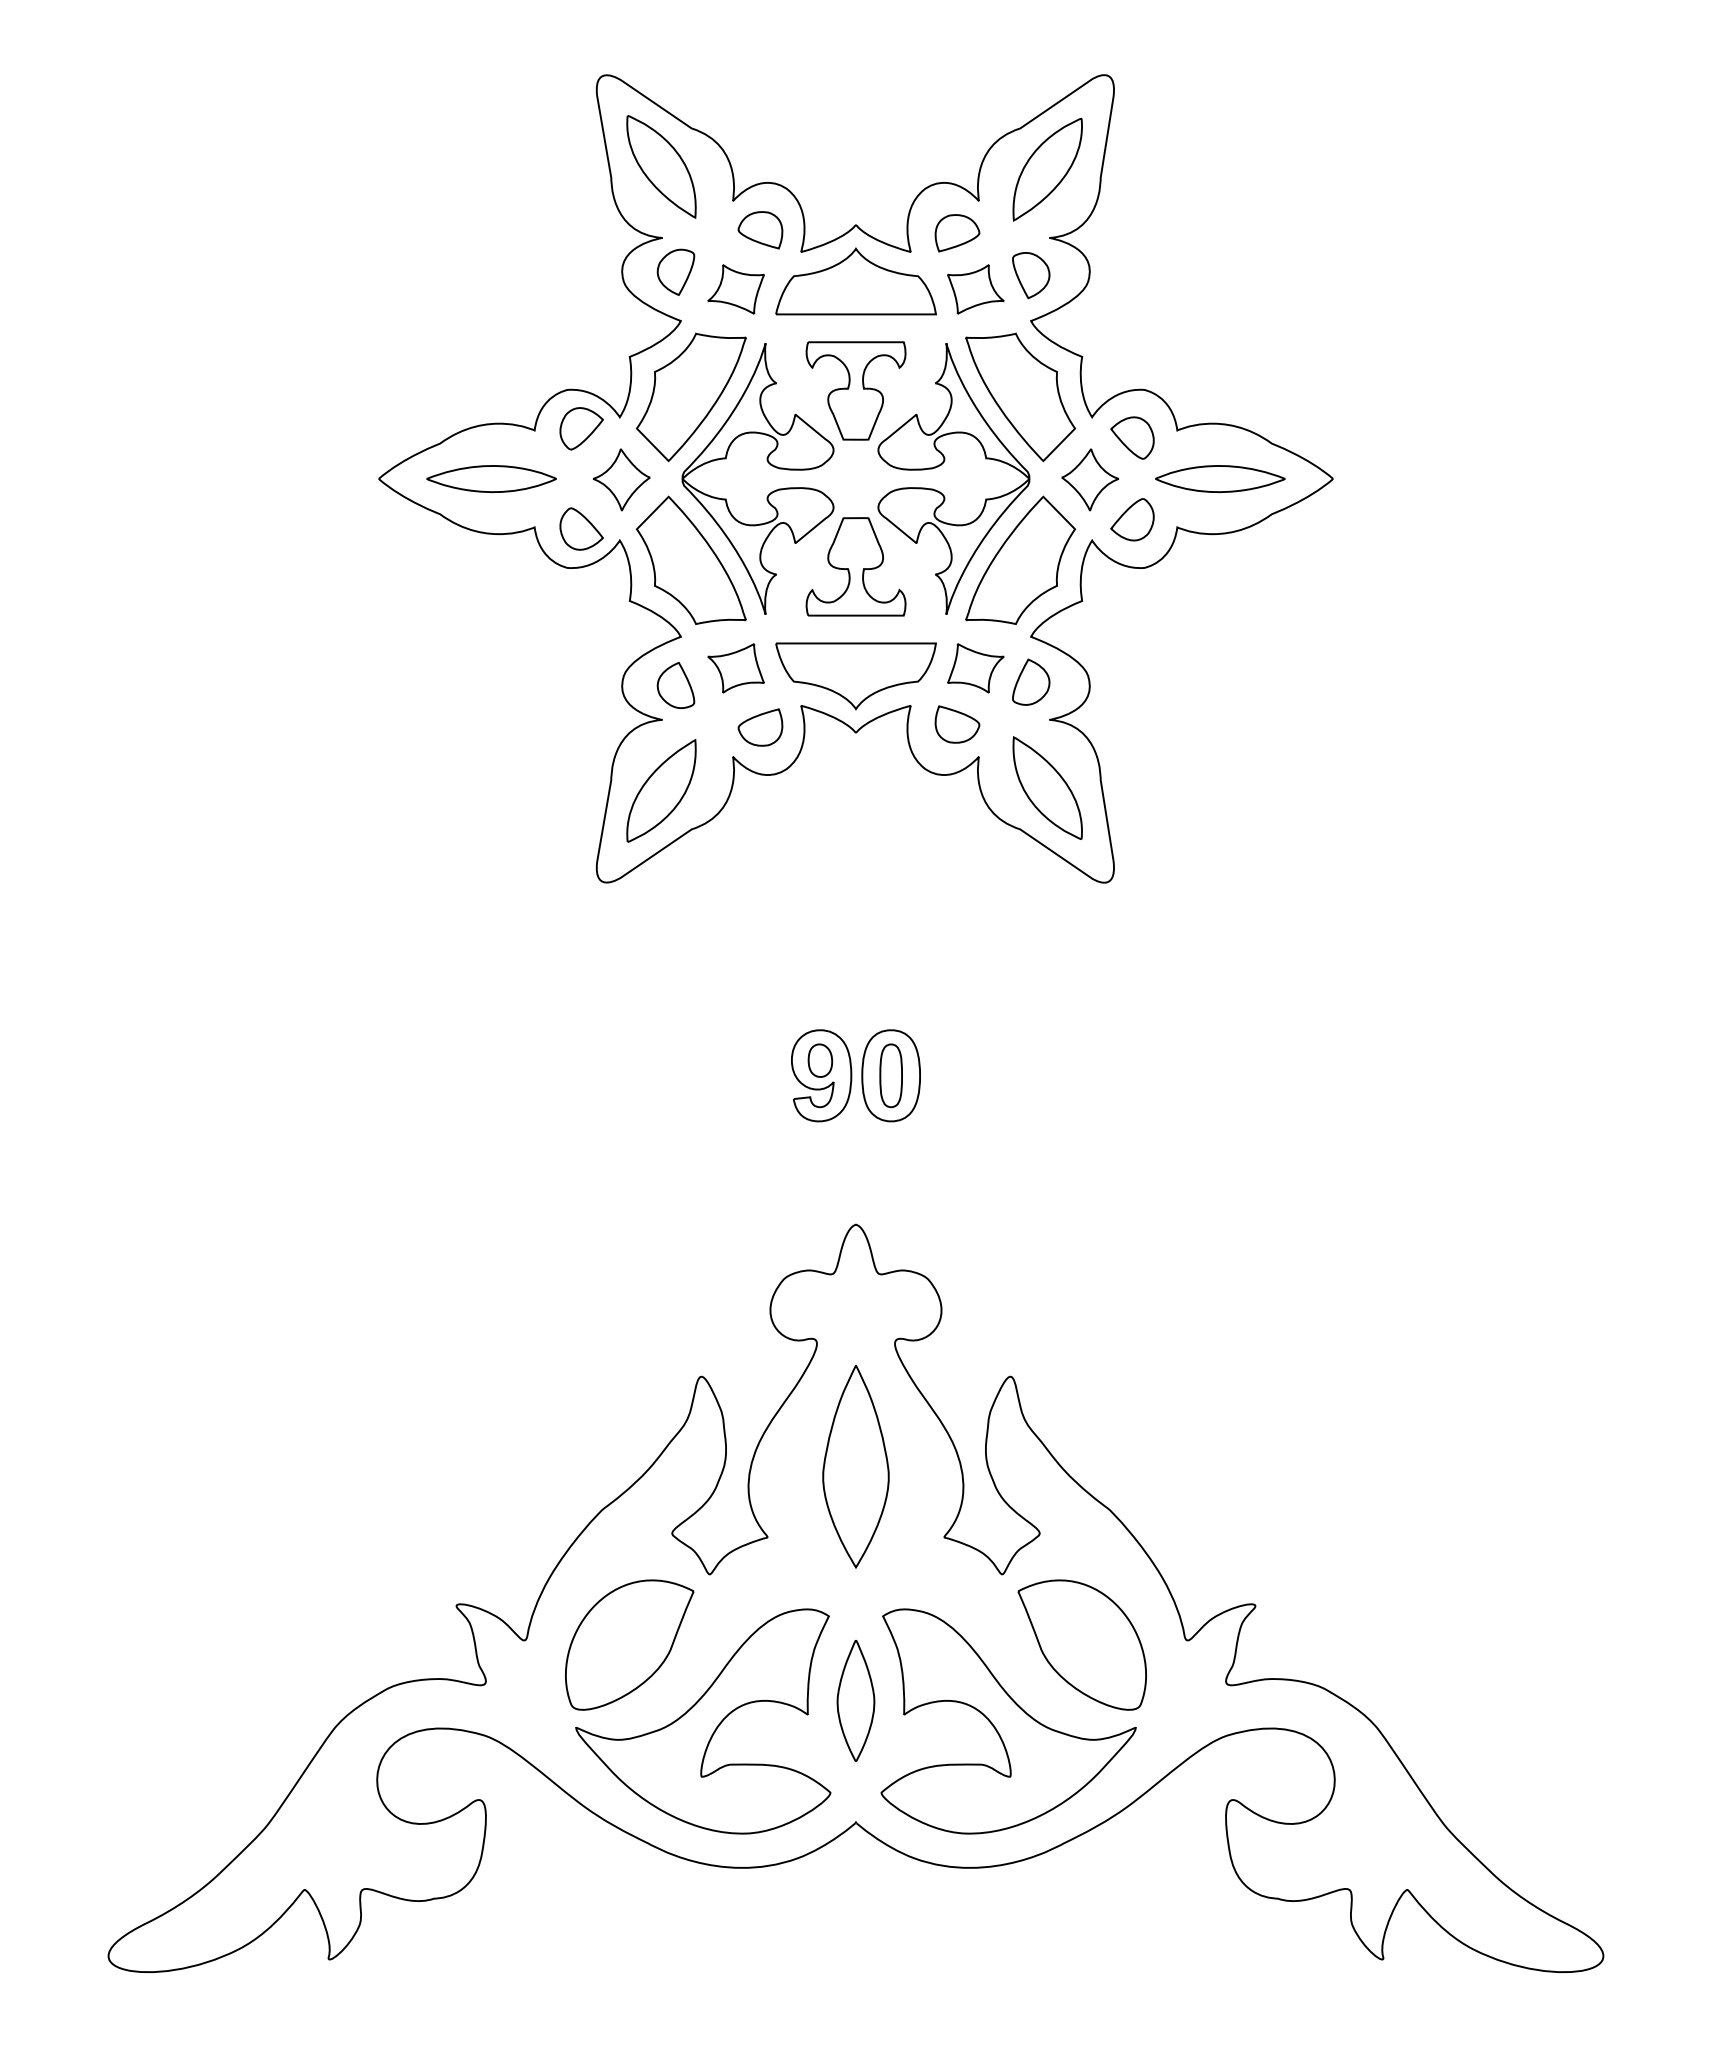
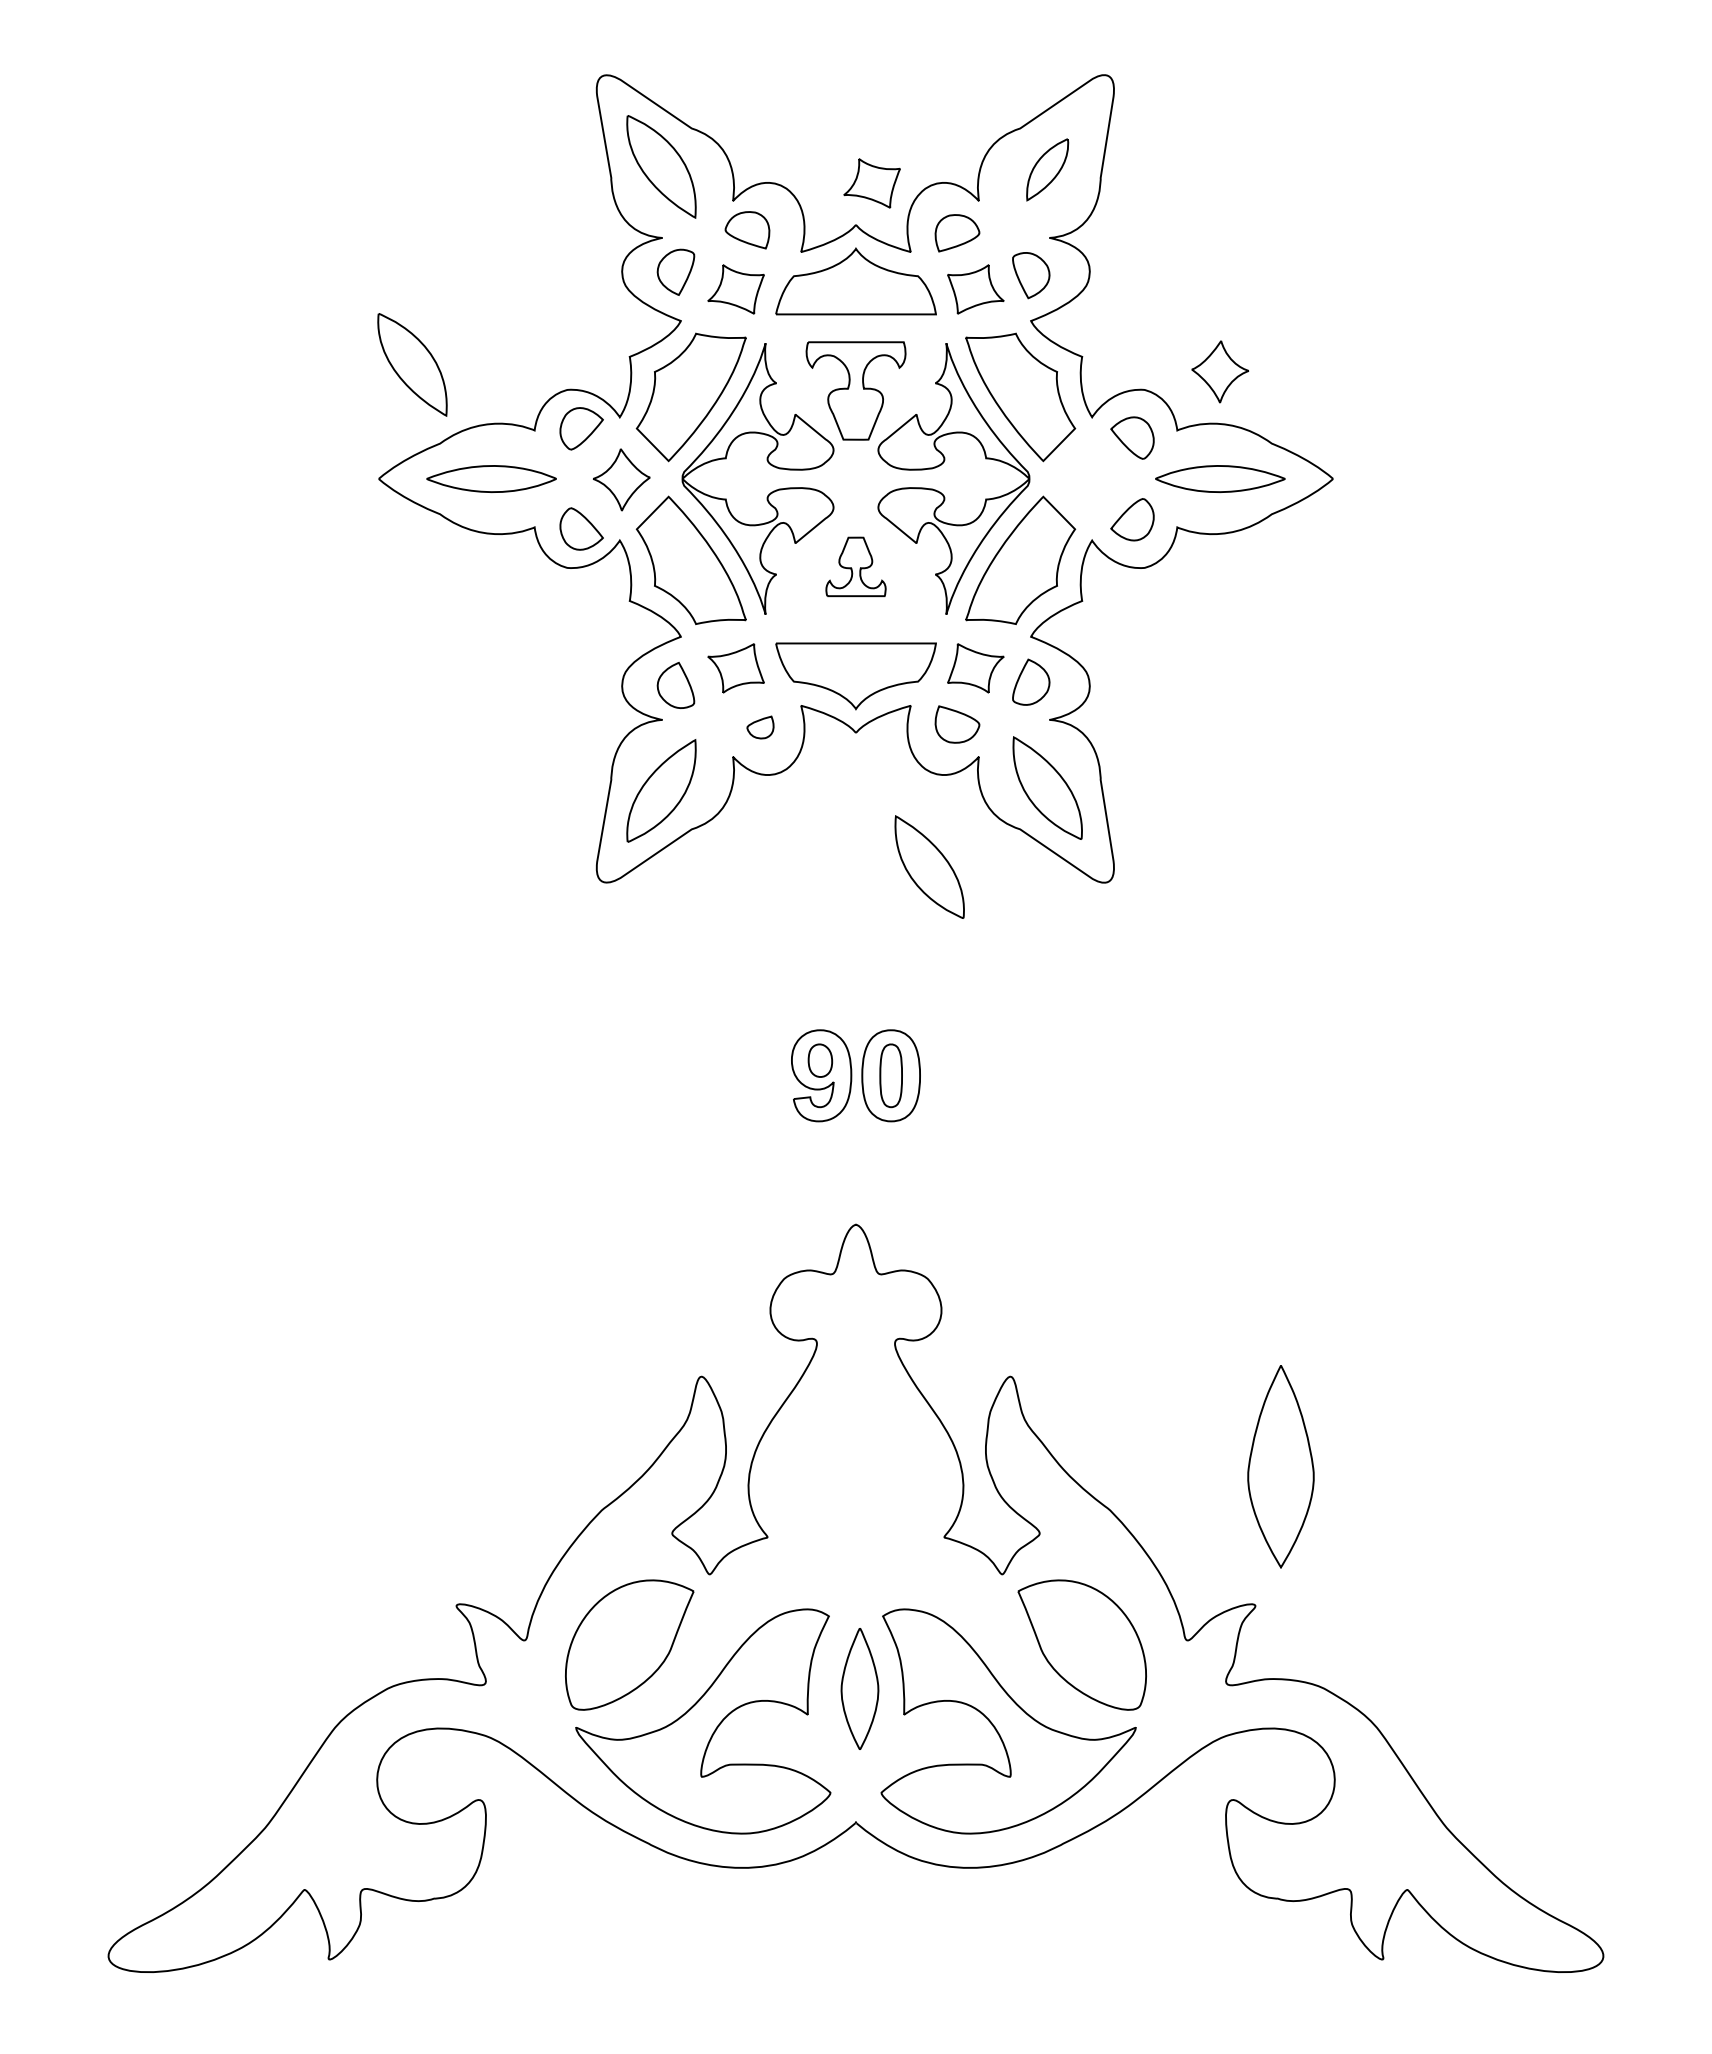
part at (1047, 169) size: 71x104 px -> 44x64 px
part at (871, 183): none -> present
part at (760, 230) position: (760, 230) -> (747, 230)
part at (412, 364): none -> present
part at (1090, 479) position: (1090, 479) -> (1220, 371)
part at (855, 566) size: 102x100 px -> 62x62 px
part at (760, 727) size: 47x39 px -> 29x25 px
part at (929, 866): none -> present
part at (855, 1466) position: (855, 1466) -> (1280, 1466)
part at (855, 1700) position: (855, 1700) -> (859, 1688)
